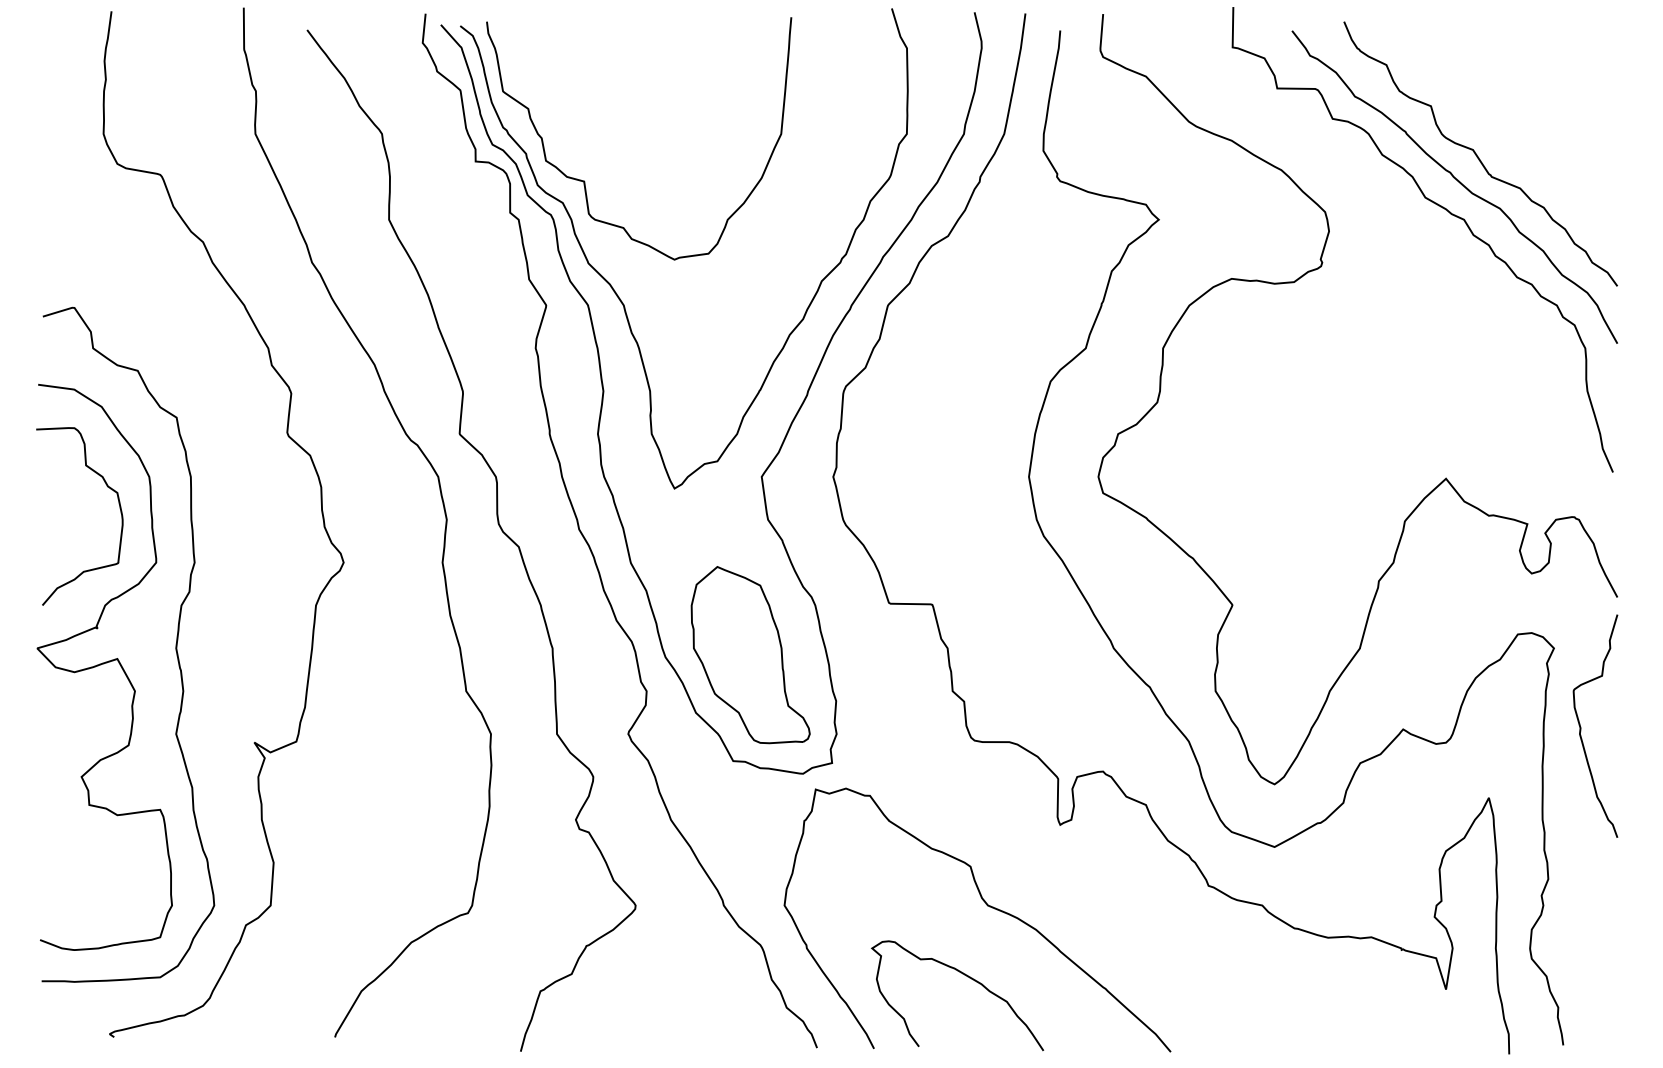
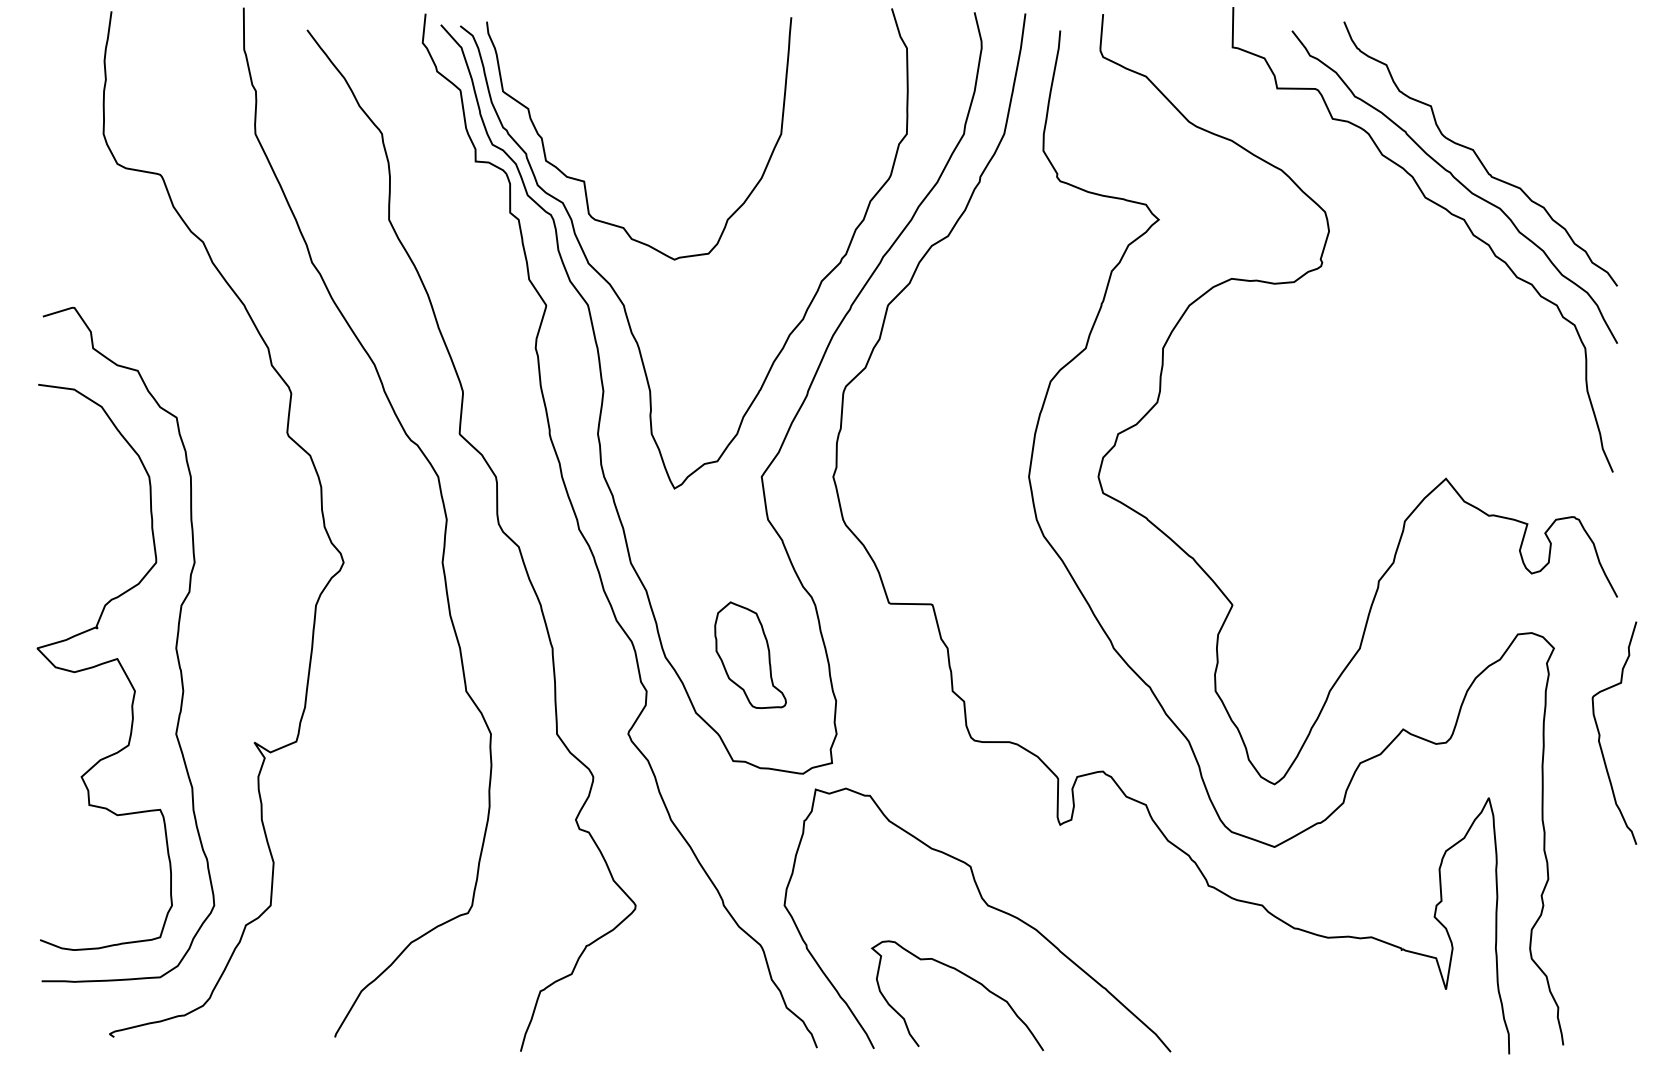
curve at (107, 487): present -> none
part at (750, 655) size: 121x179 px -> 73x108 px
curve at (1581, 727) position: (1581, 727) -> (1600, 734)
